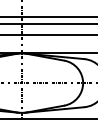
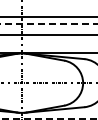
line at (49, 24): solid -> dashed
line at (49, 118): solid -> dashed
